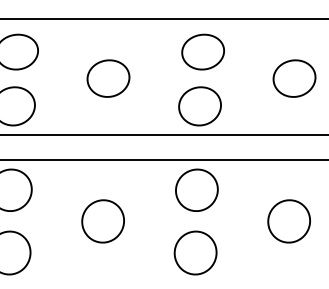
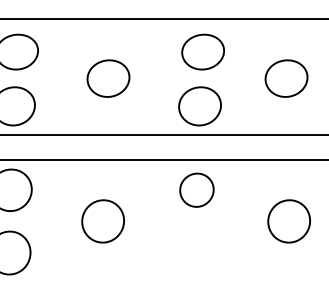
part at (294, 78) position: (294, 78) -> (286, 78)
part at (196, 189) size: 44x44 px -> 36x36 px
part at (195, 252): present -> none
